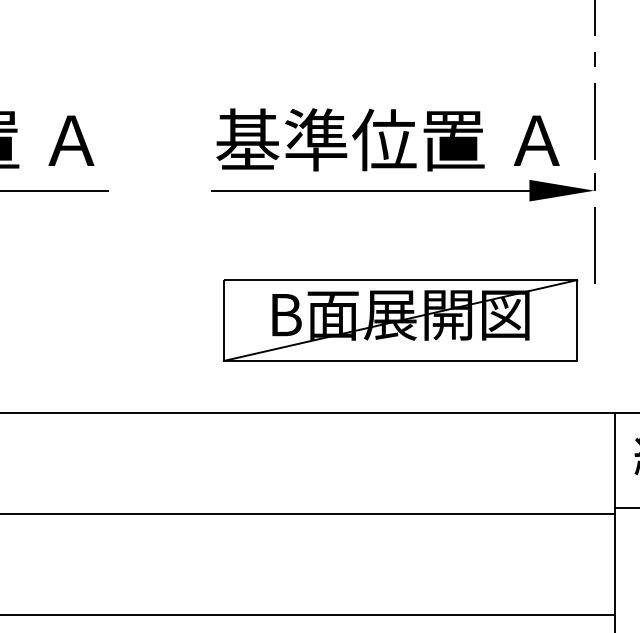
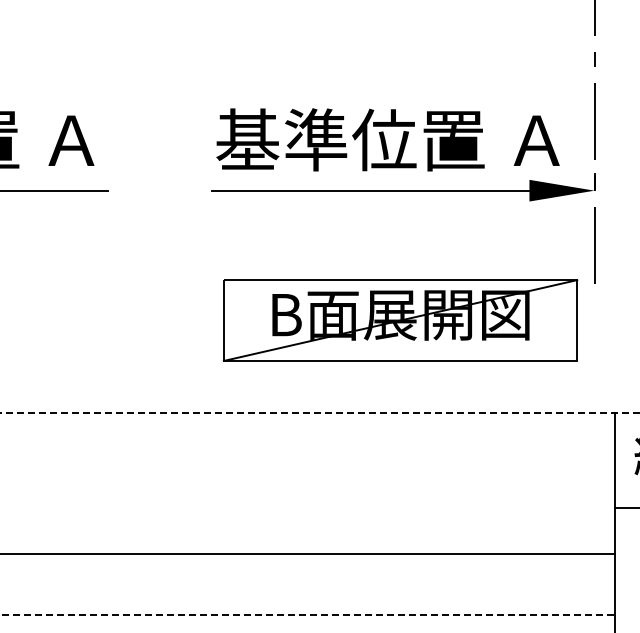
line at (320, 412): solid -> dashed
line at (308, 513) position: (308, 513) -> (308, 553)
line at (307, 614): solid -> dashed
